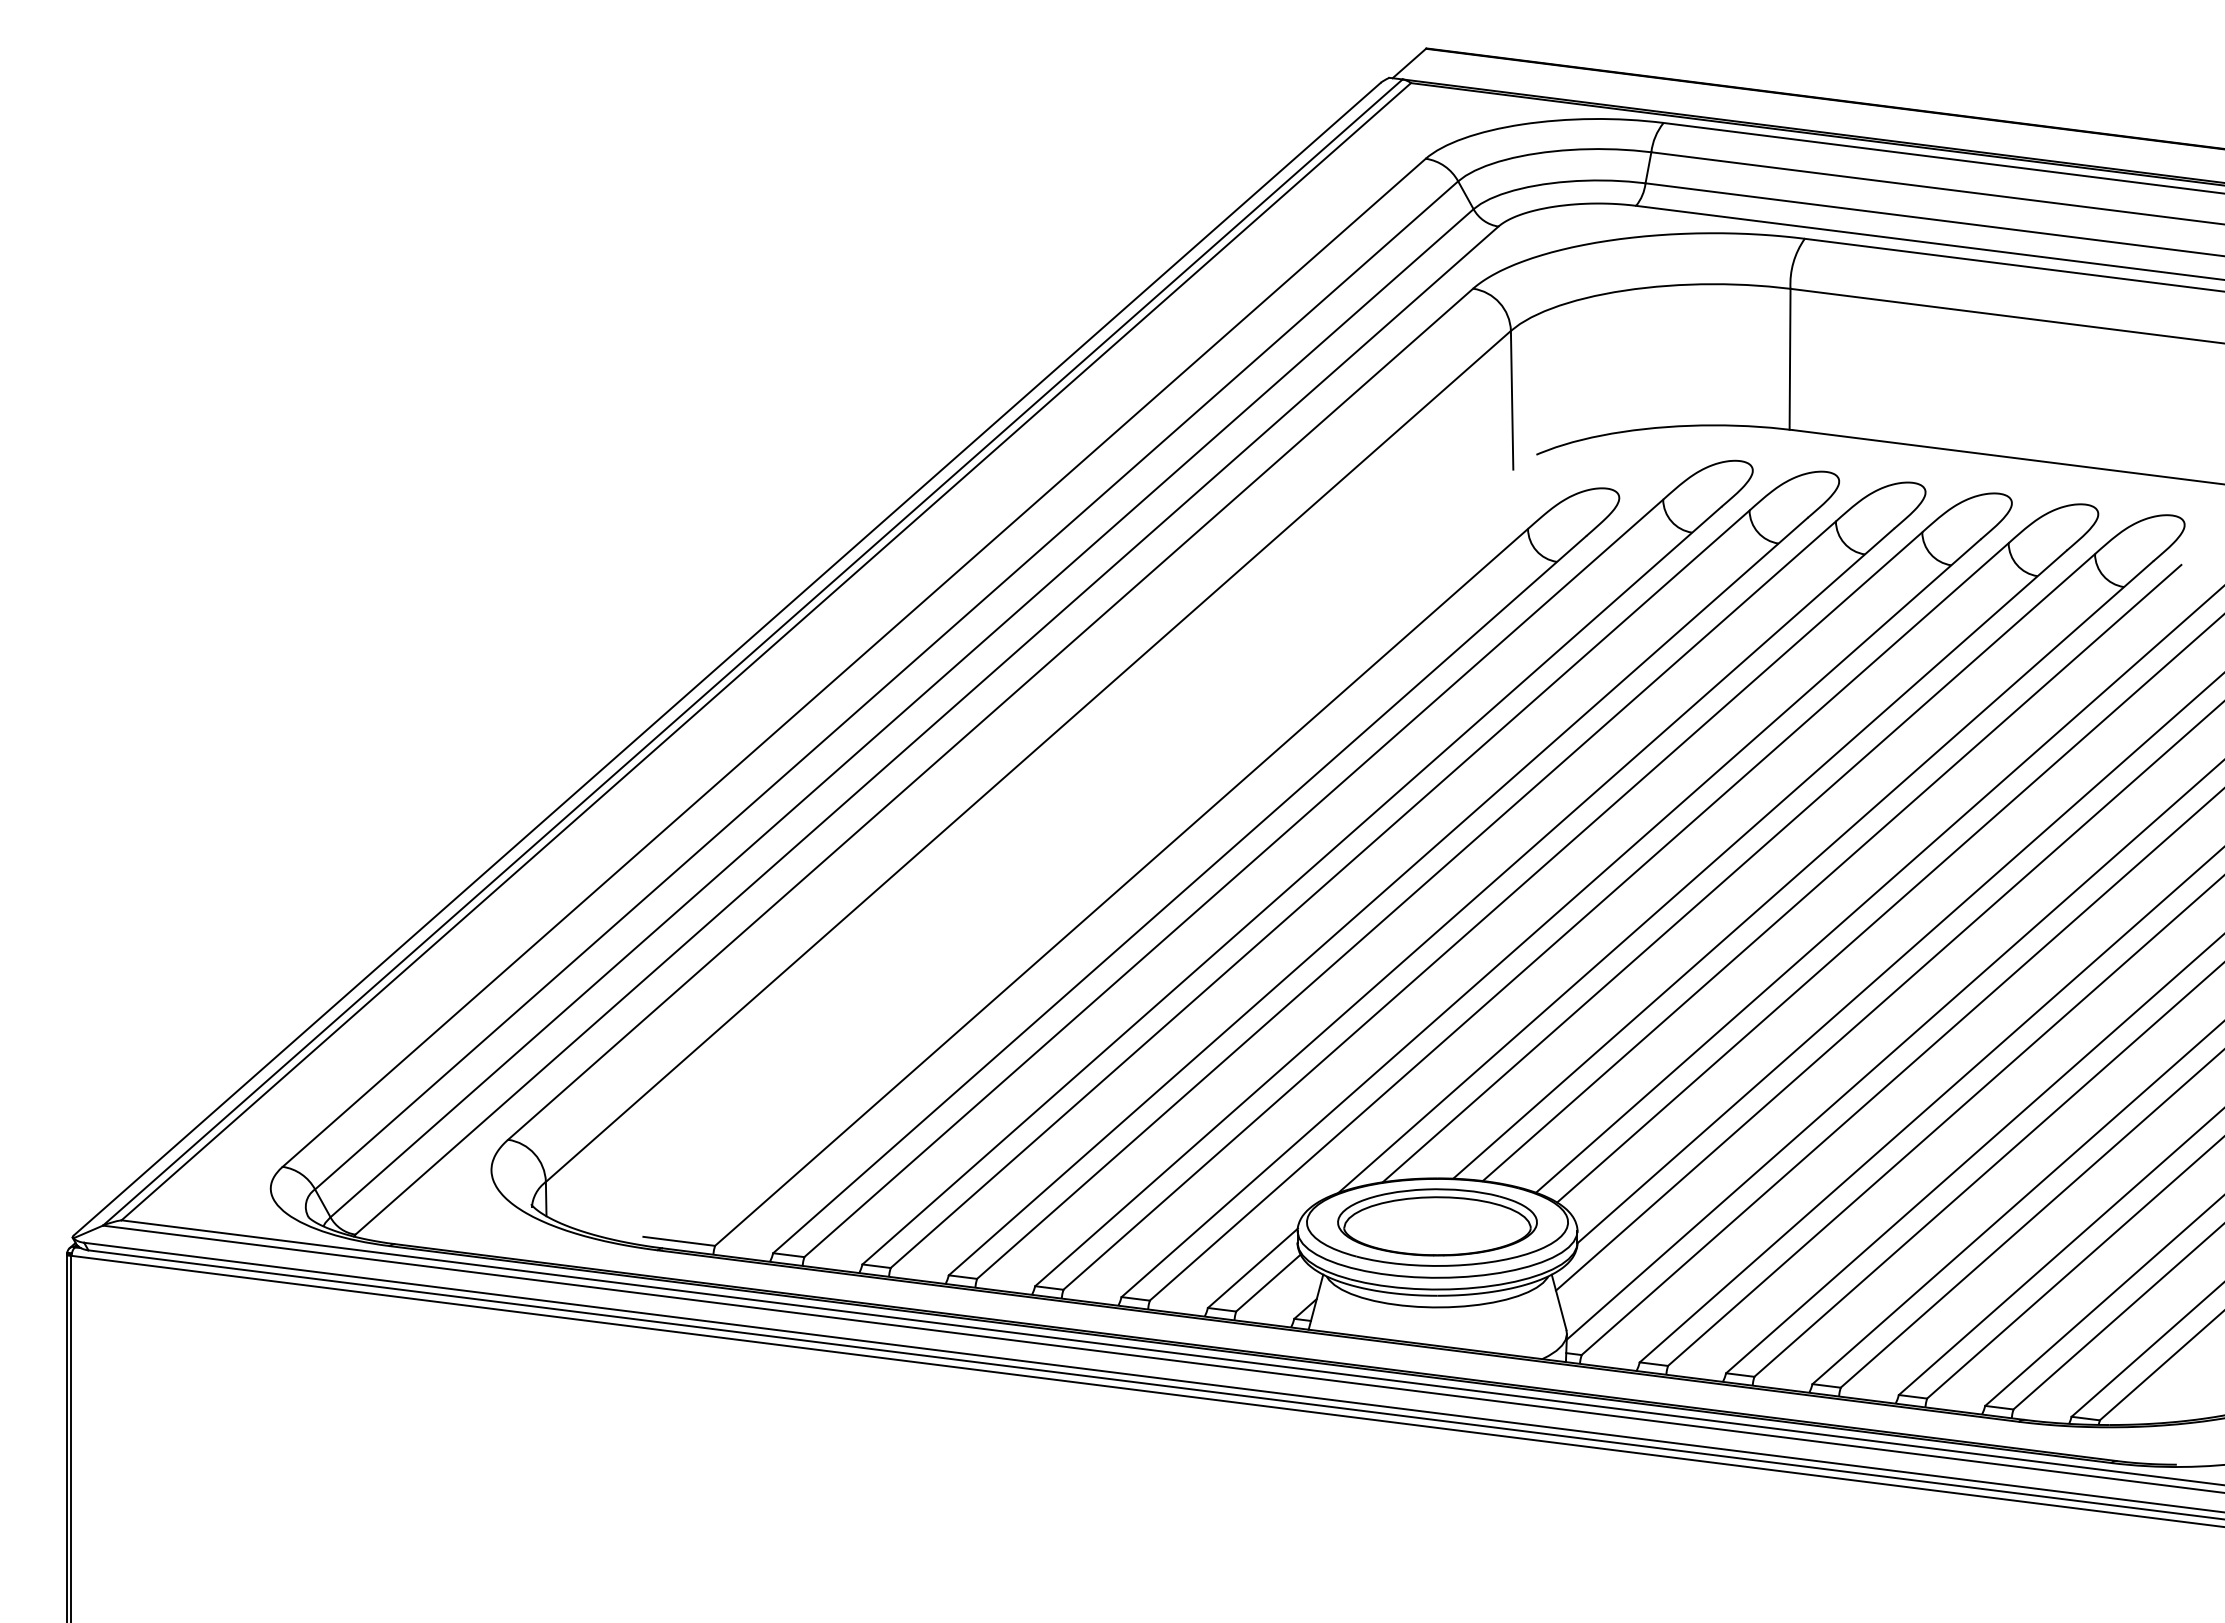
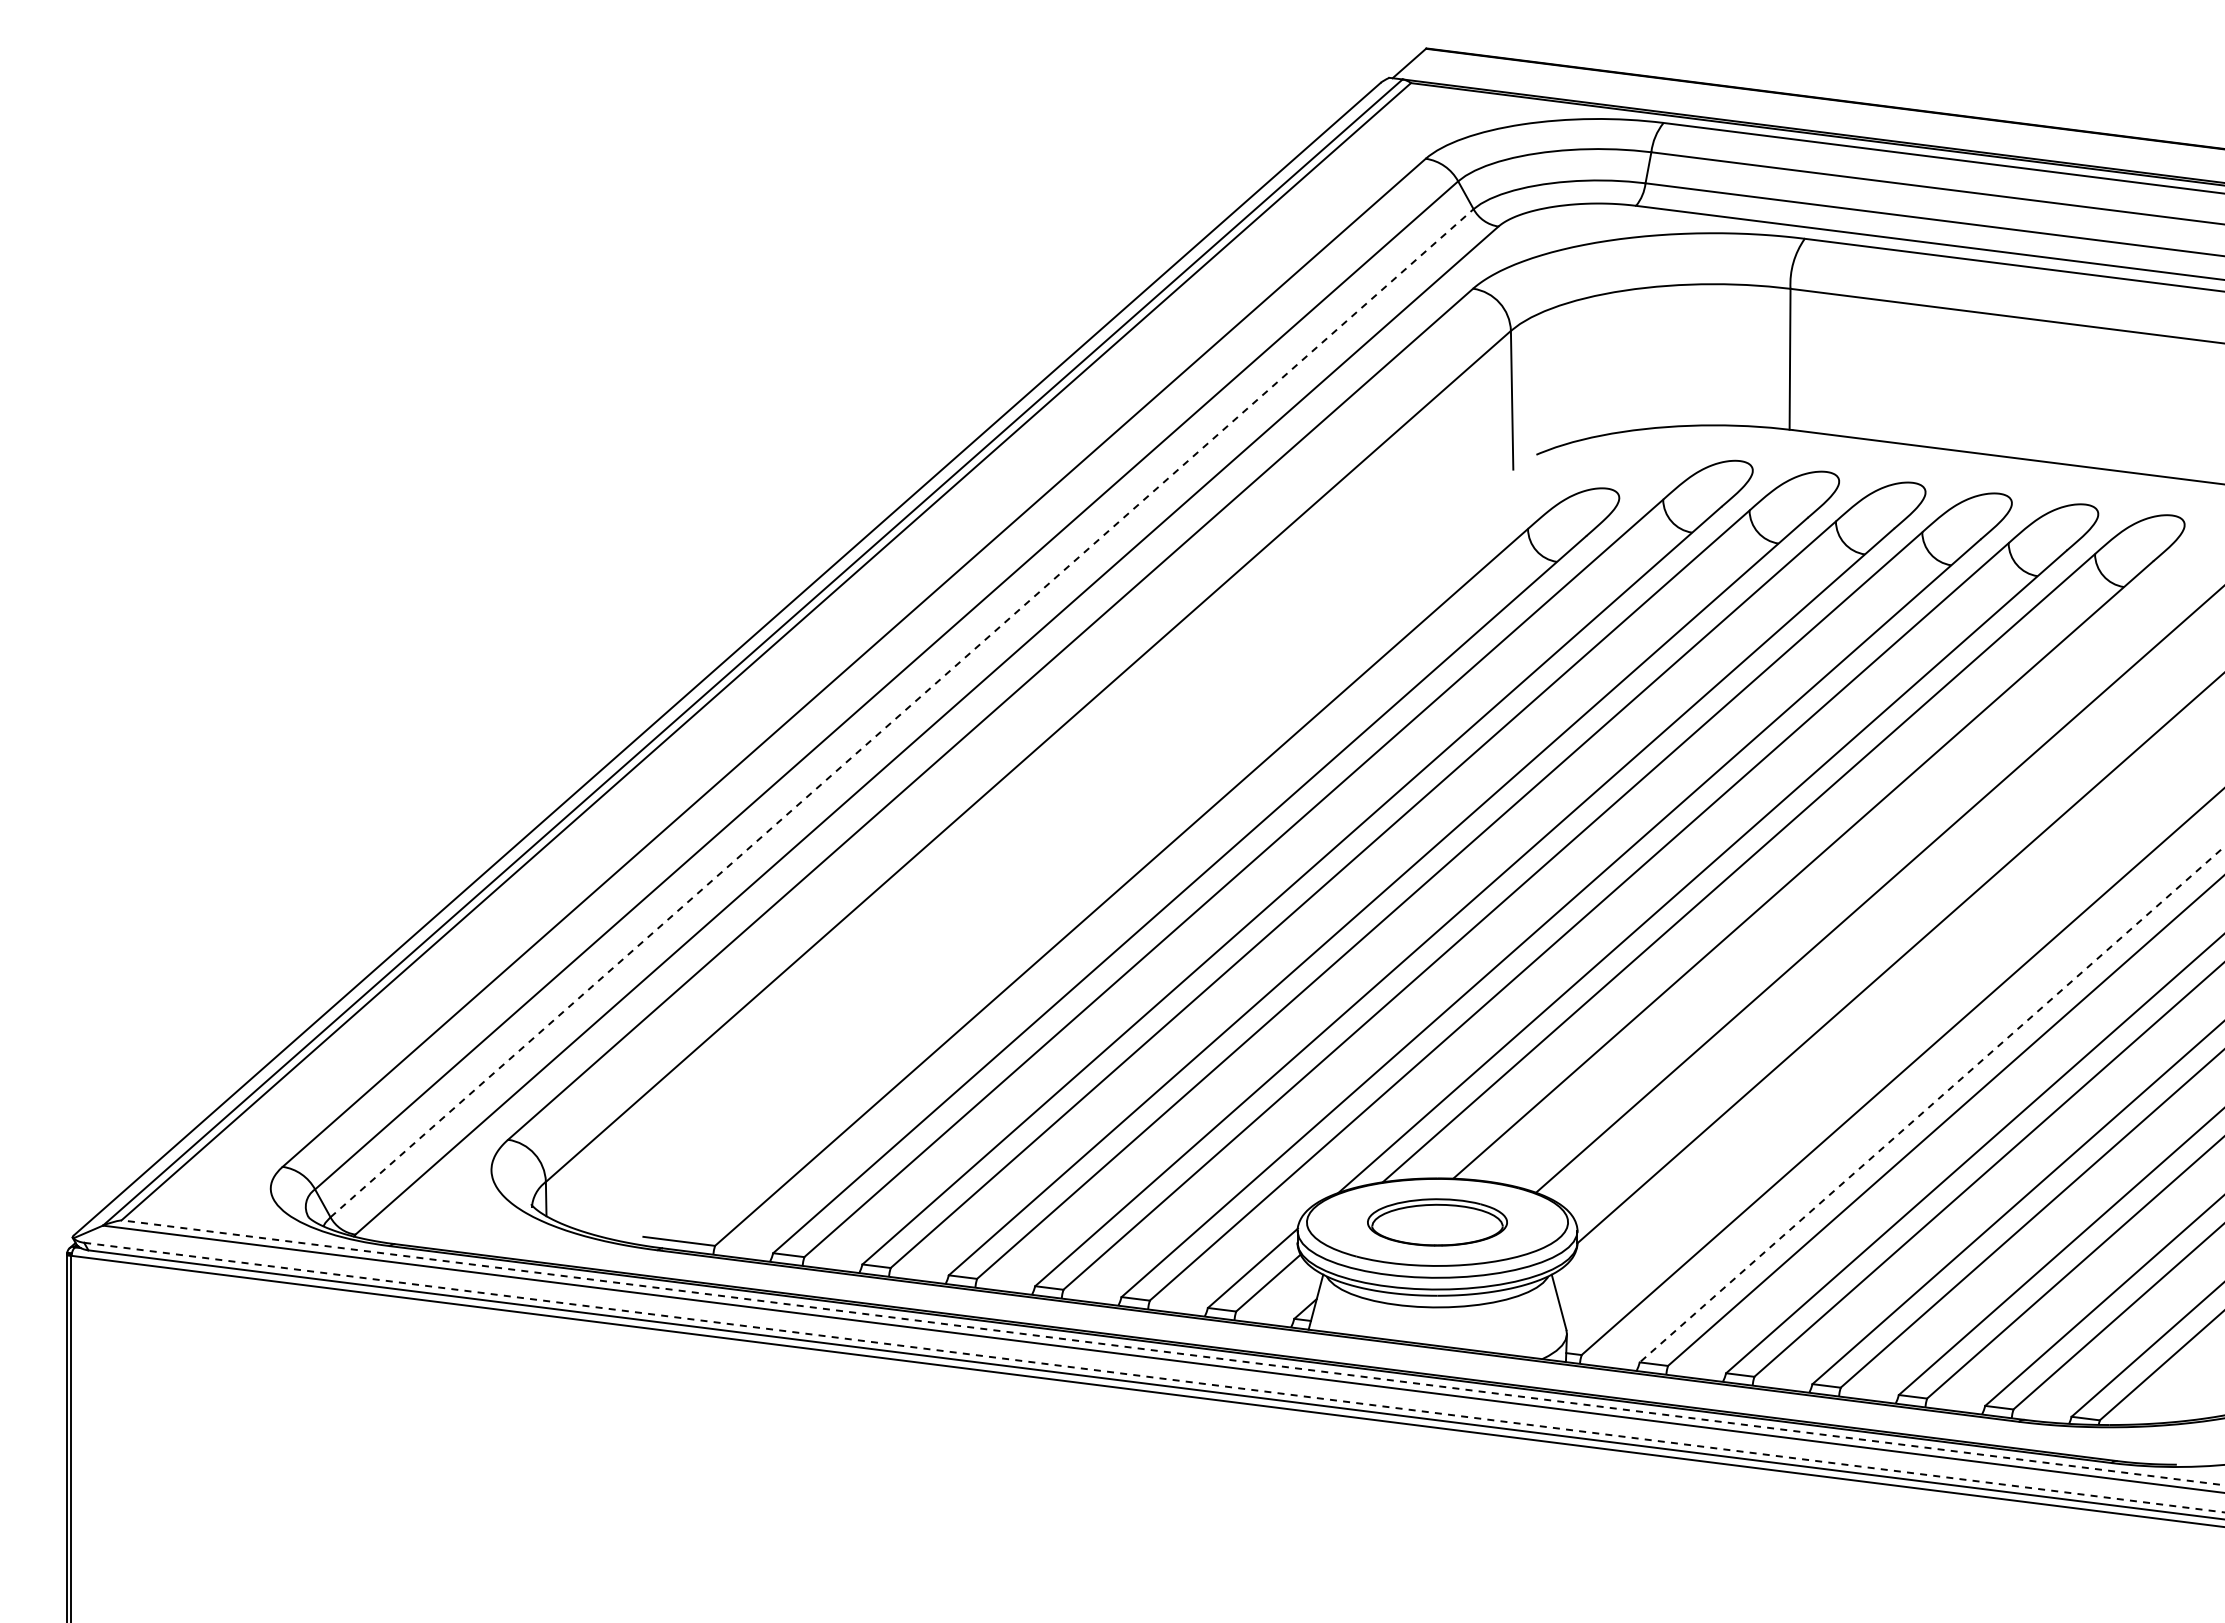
line at (902, 712): solid -> dashed
line at (1831, 872): present -> none
line at (1889, 909): present -> none
line at (1888, 996): present -> none
line at (1893, 1050): present -> none
line at (1932, 1104): solid -> dashed
part at (1437, 1222) size: 201x69 px -> 141x49 px
line at (1172, 1352): solid -> dashed
line at (1154, 1377): solid -> dashed
